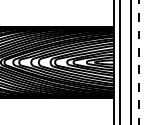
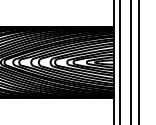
line at (139, 61): dashed -> solid
